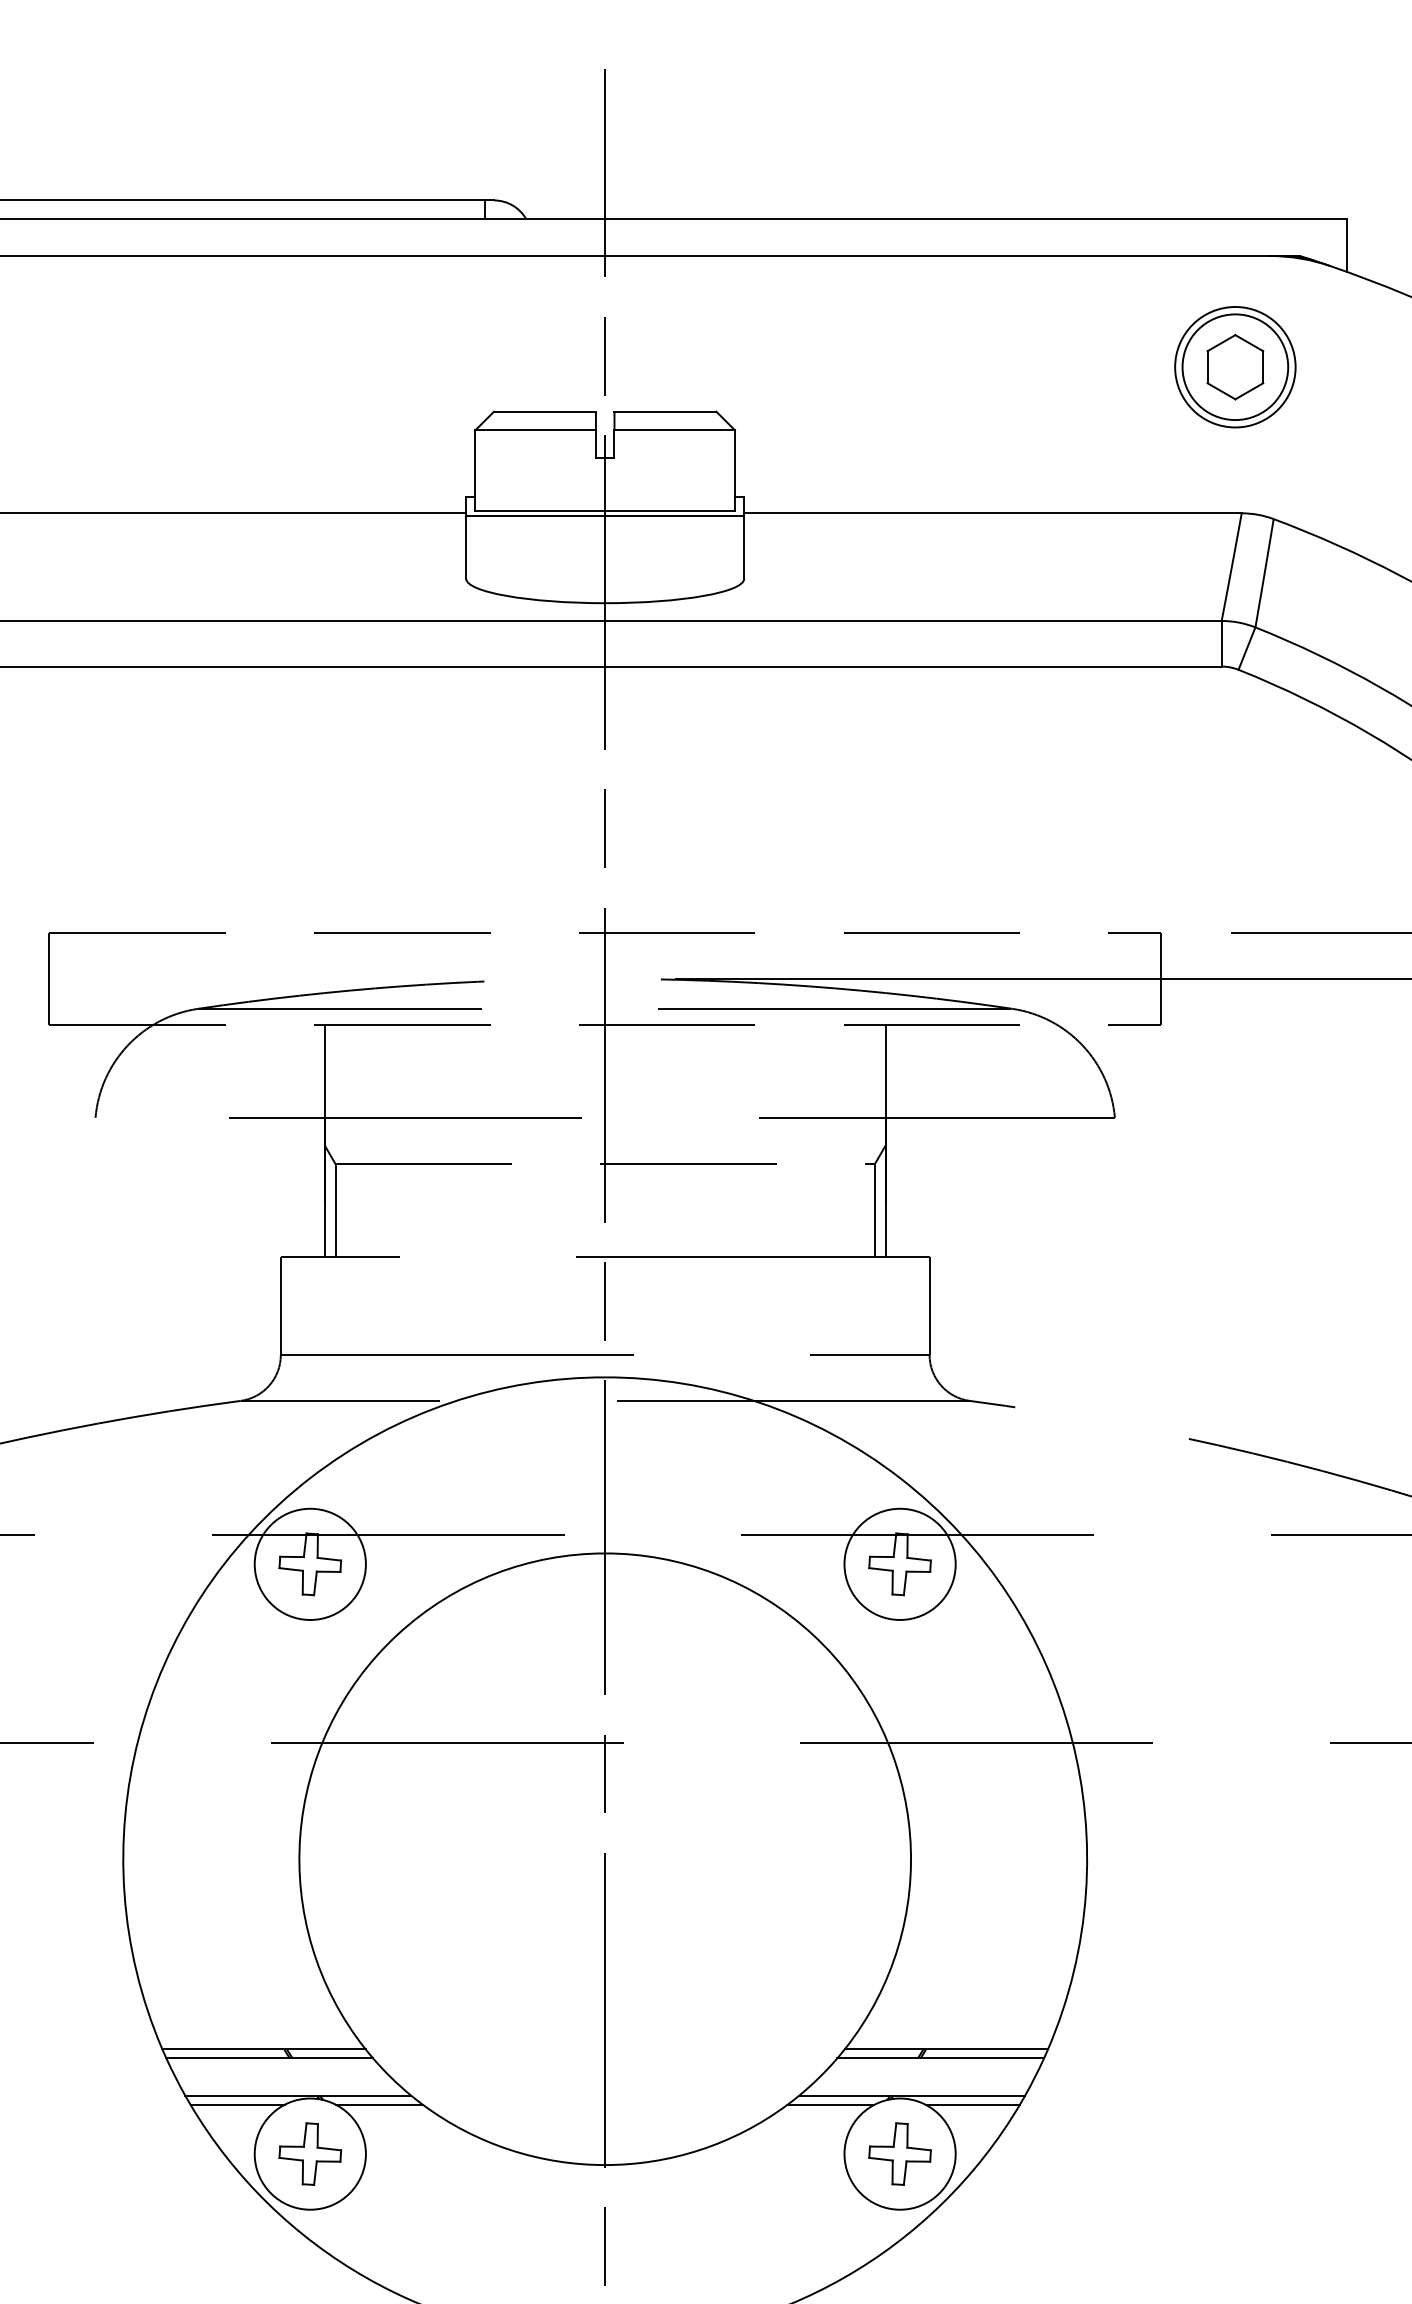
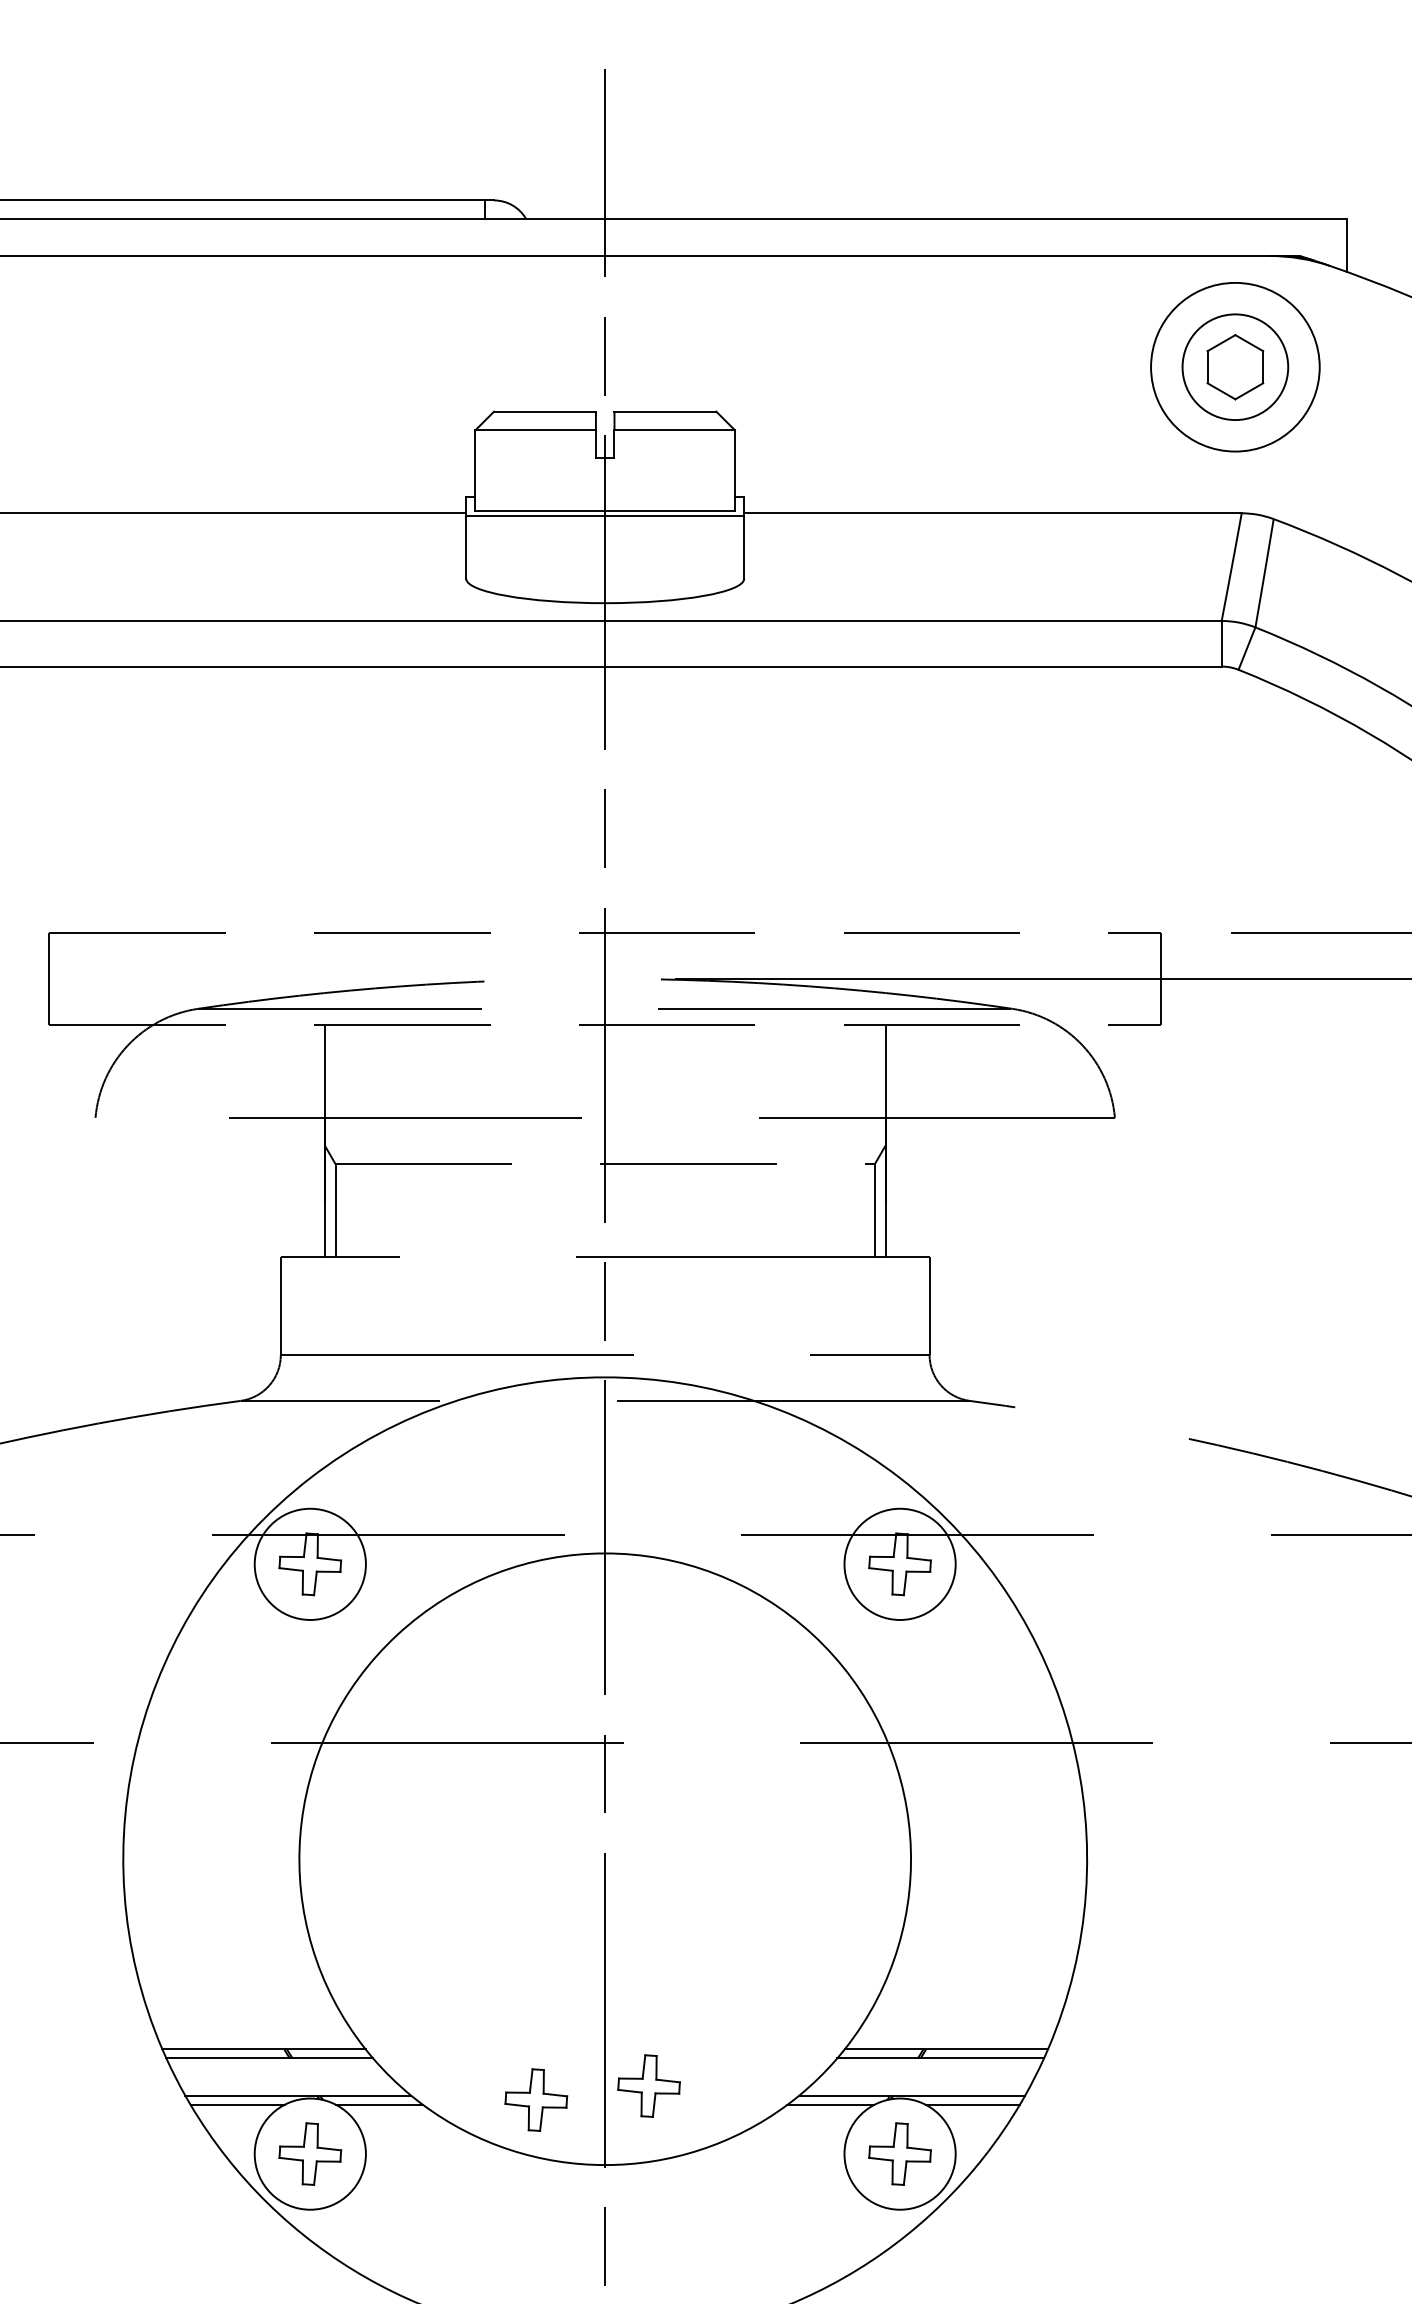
circle at (1235, 367) diameter: 120 px -> 169 px
part at (648, 2085): none -> present
part at (536, 2099): none -> present
